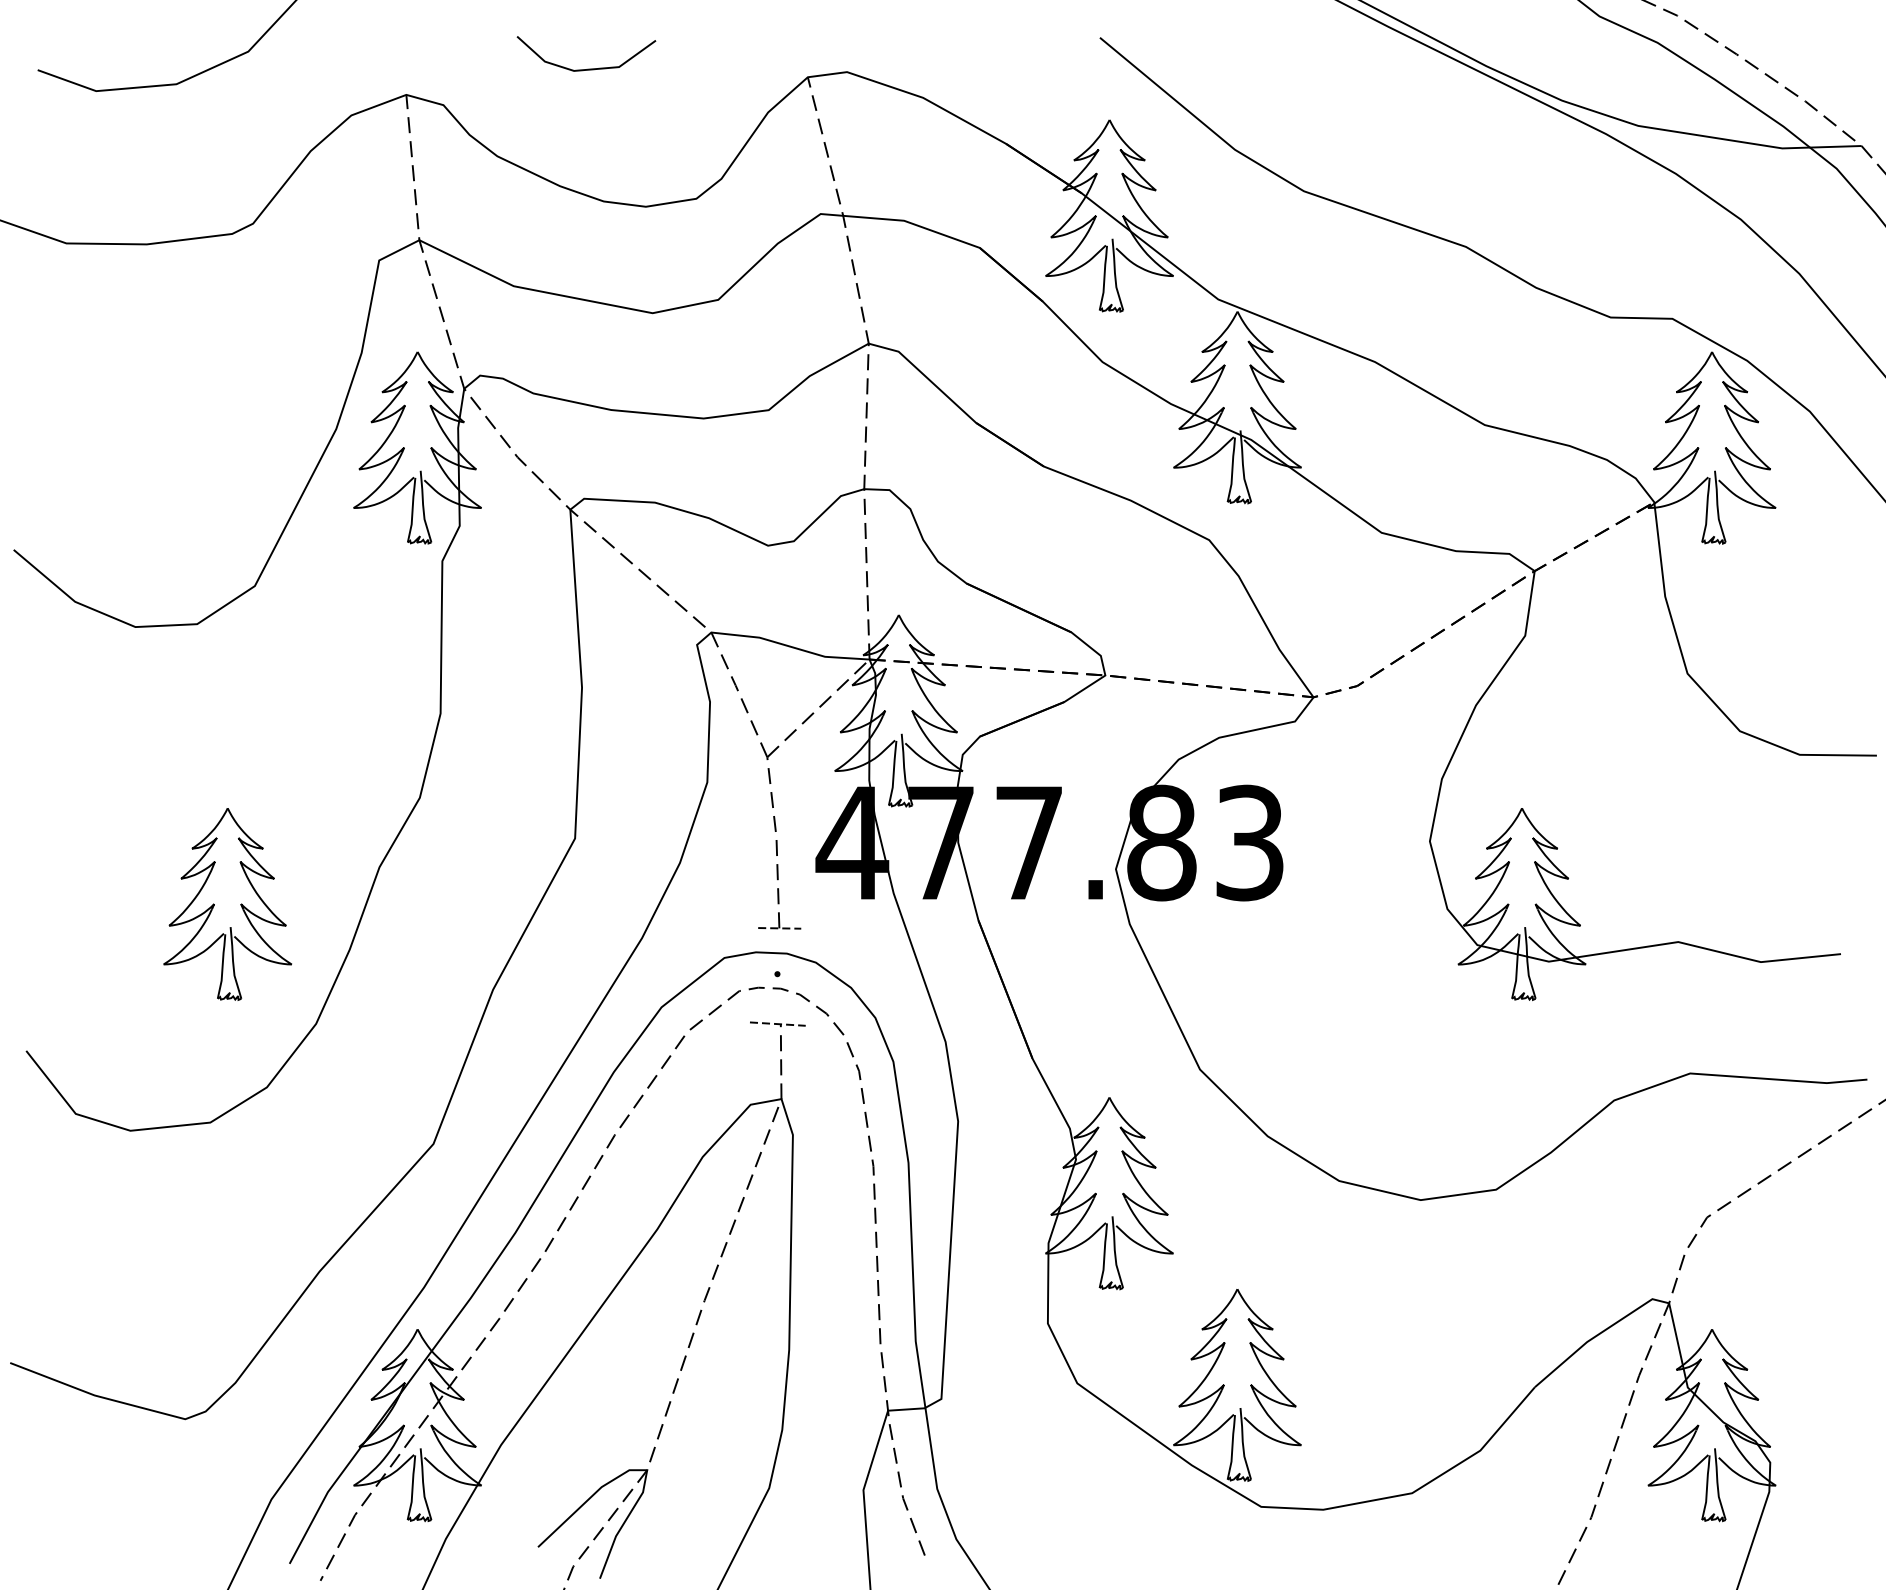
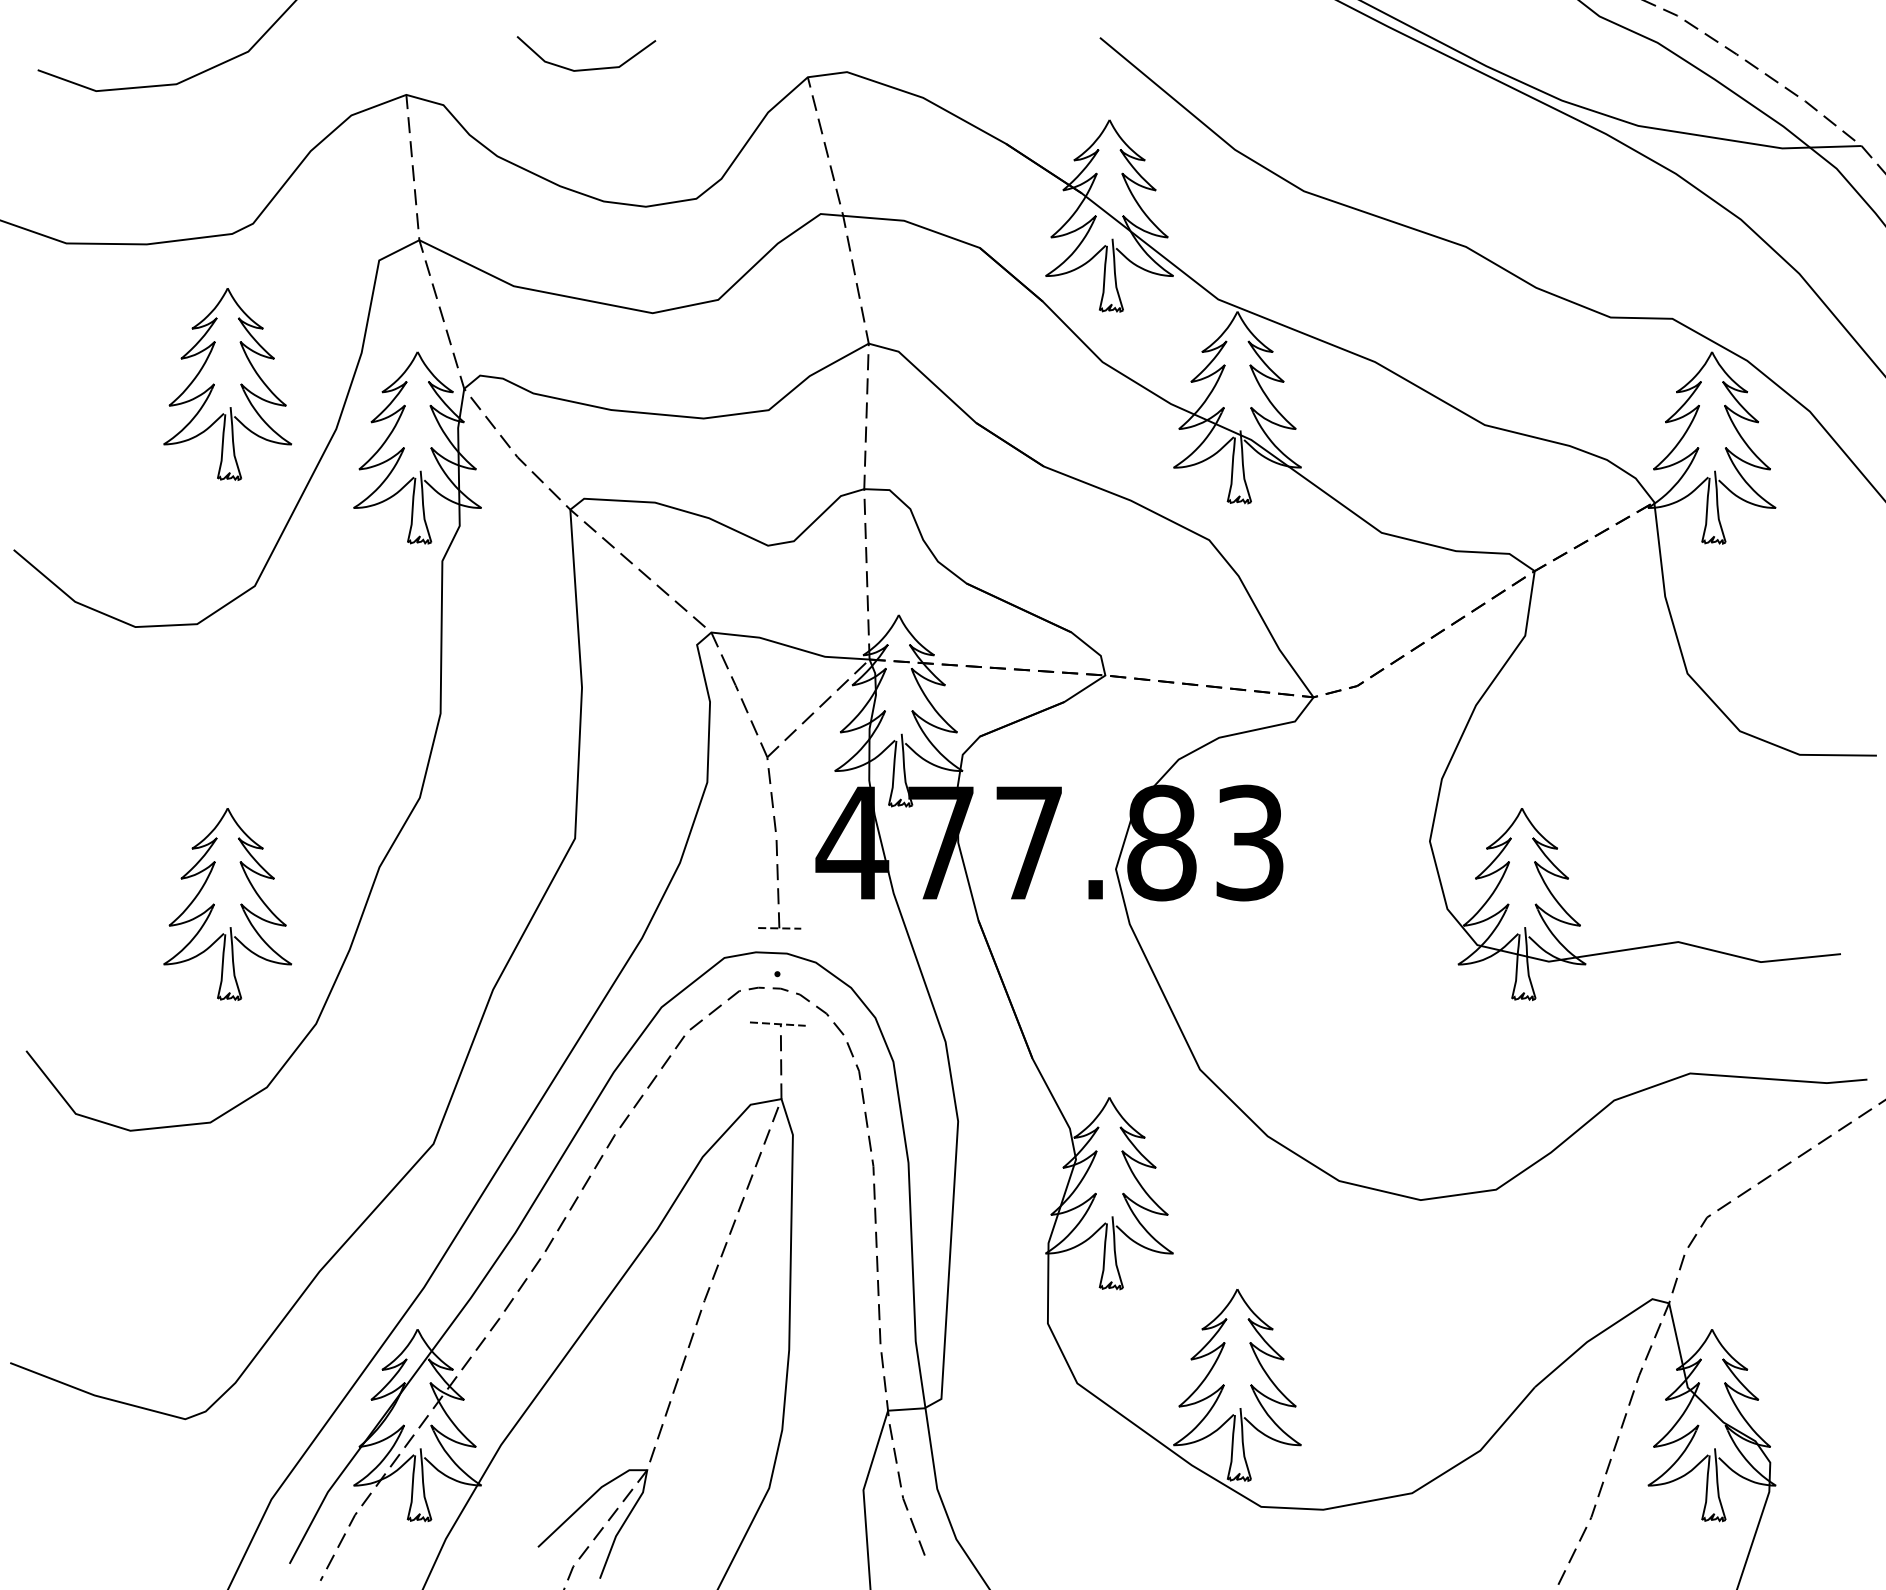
part at (214, 384): none -> present
